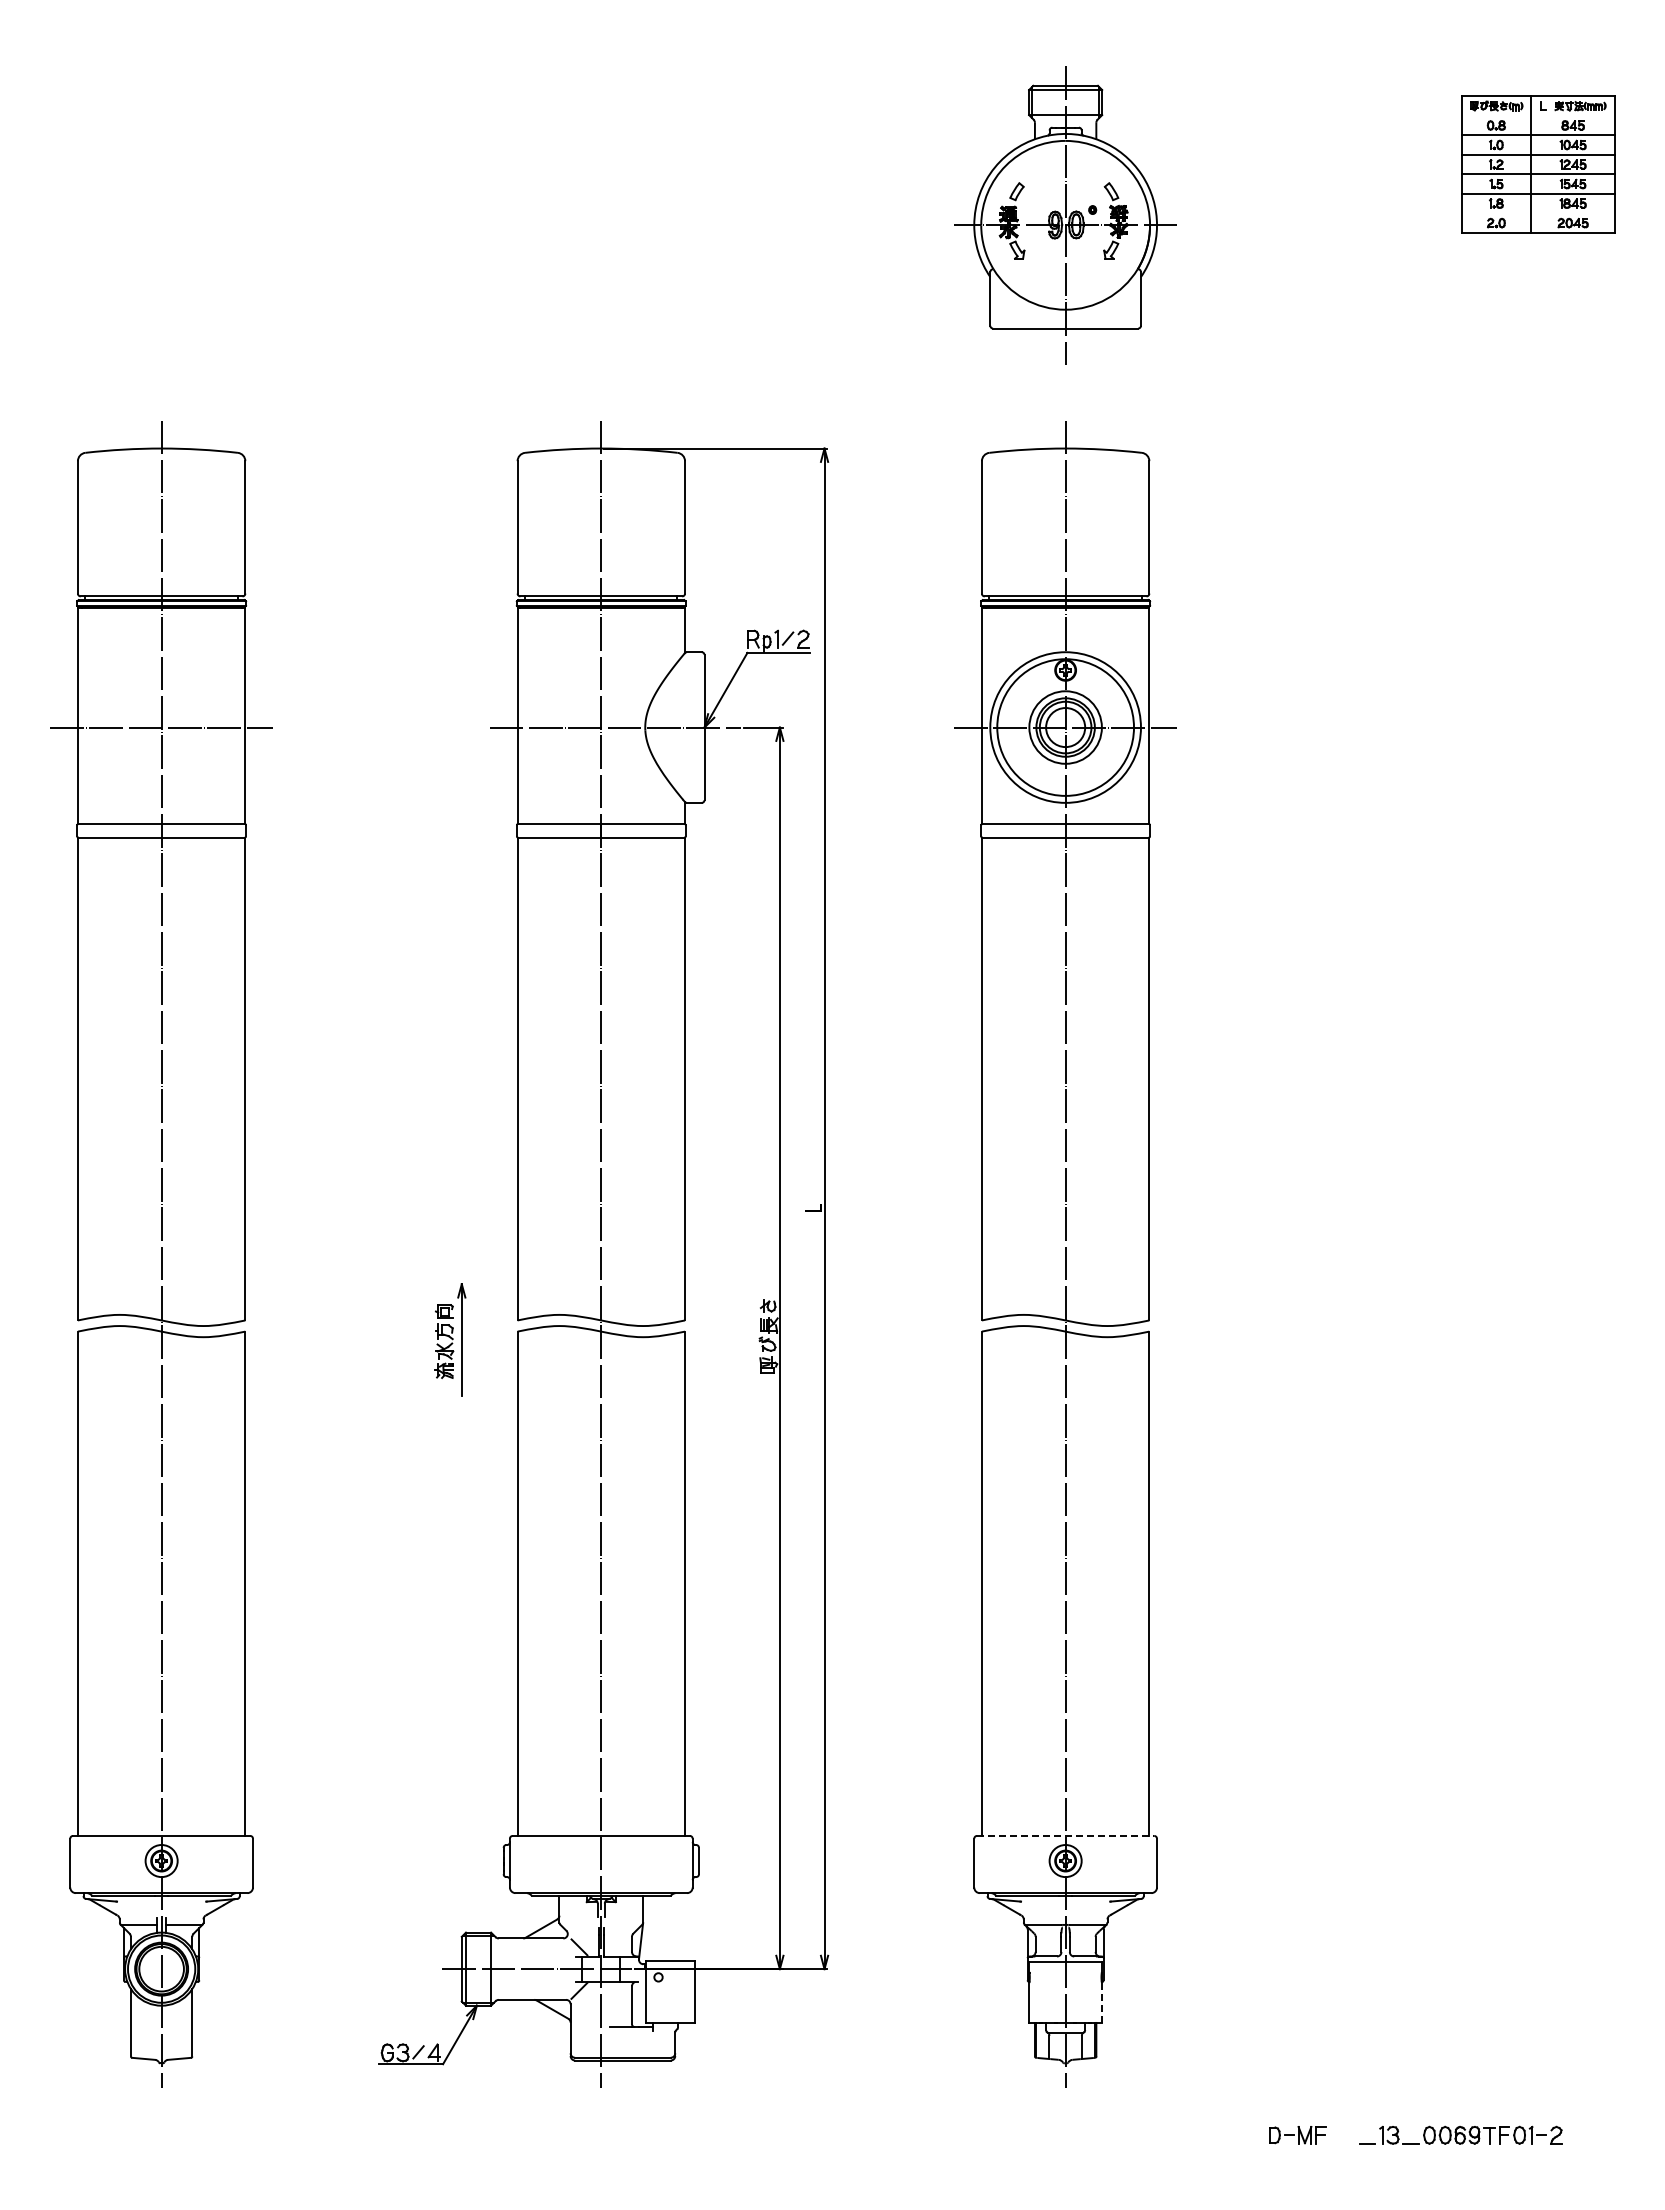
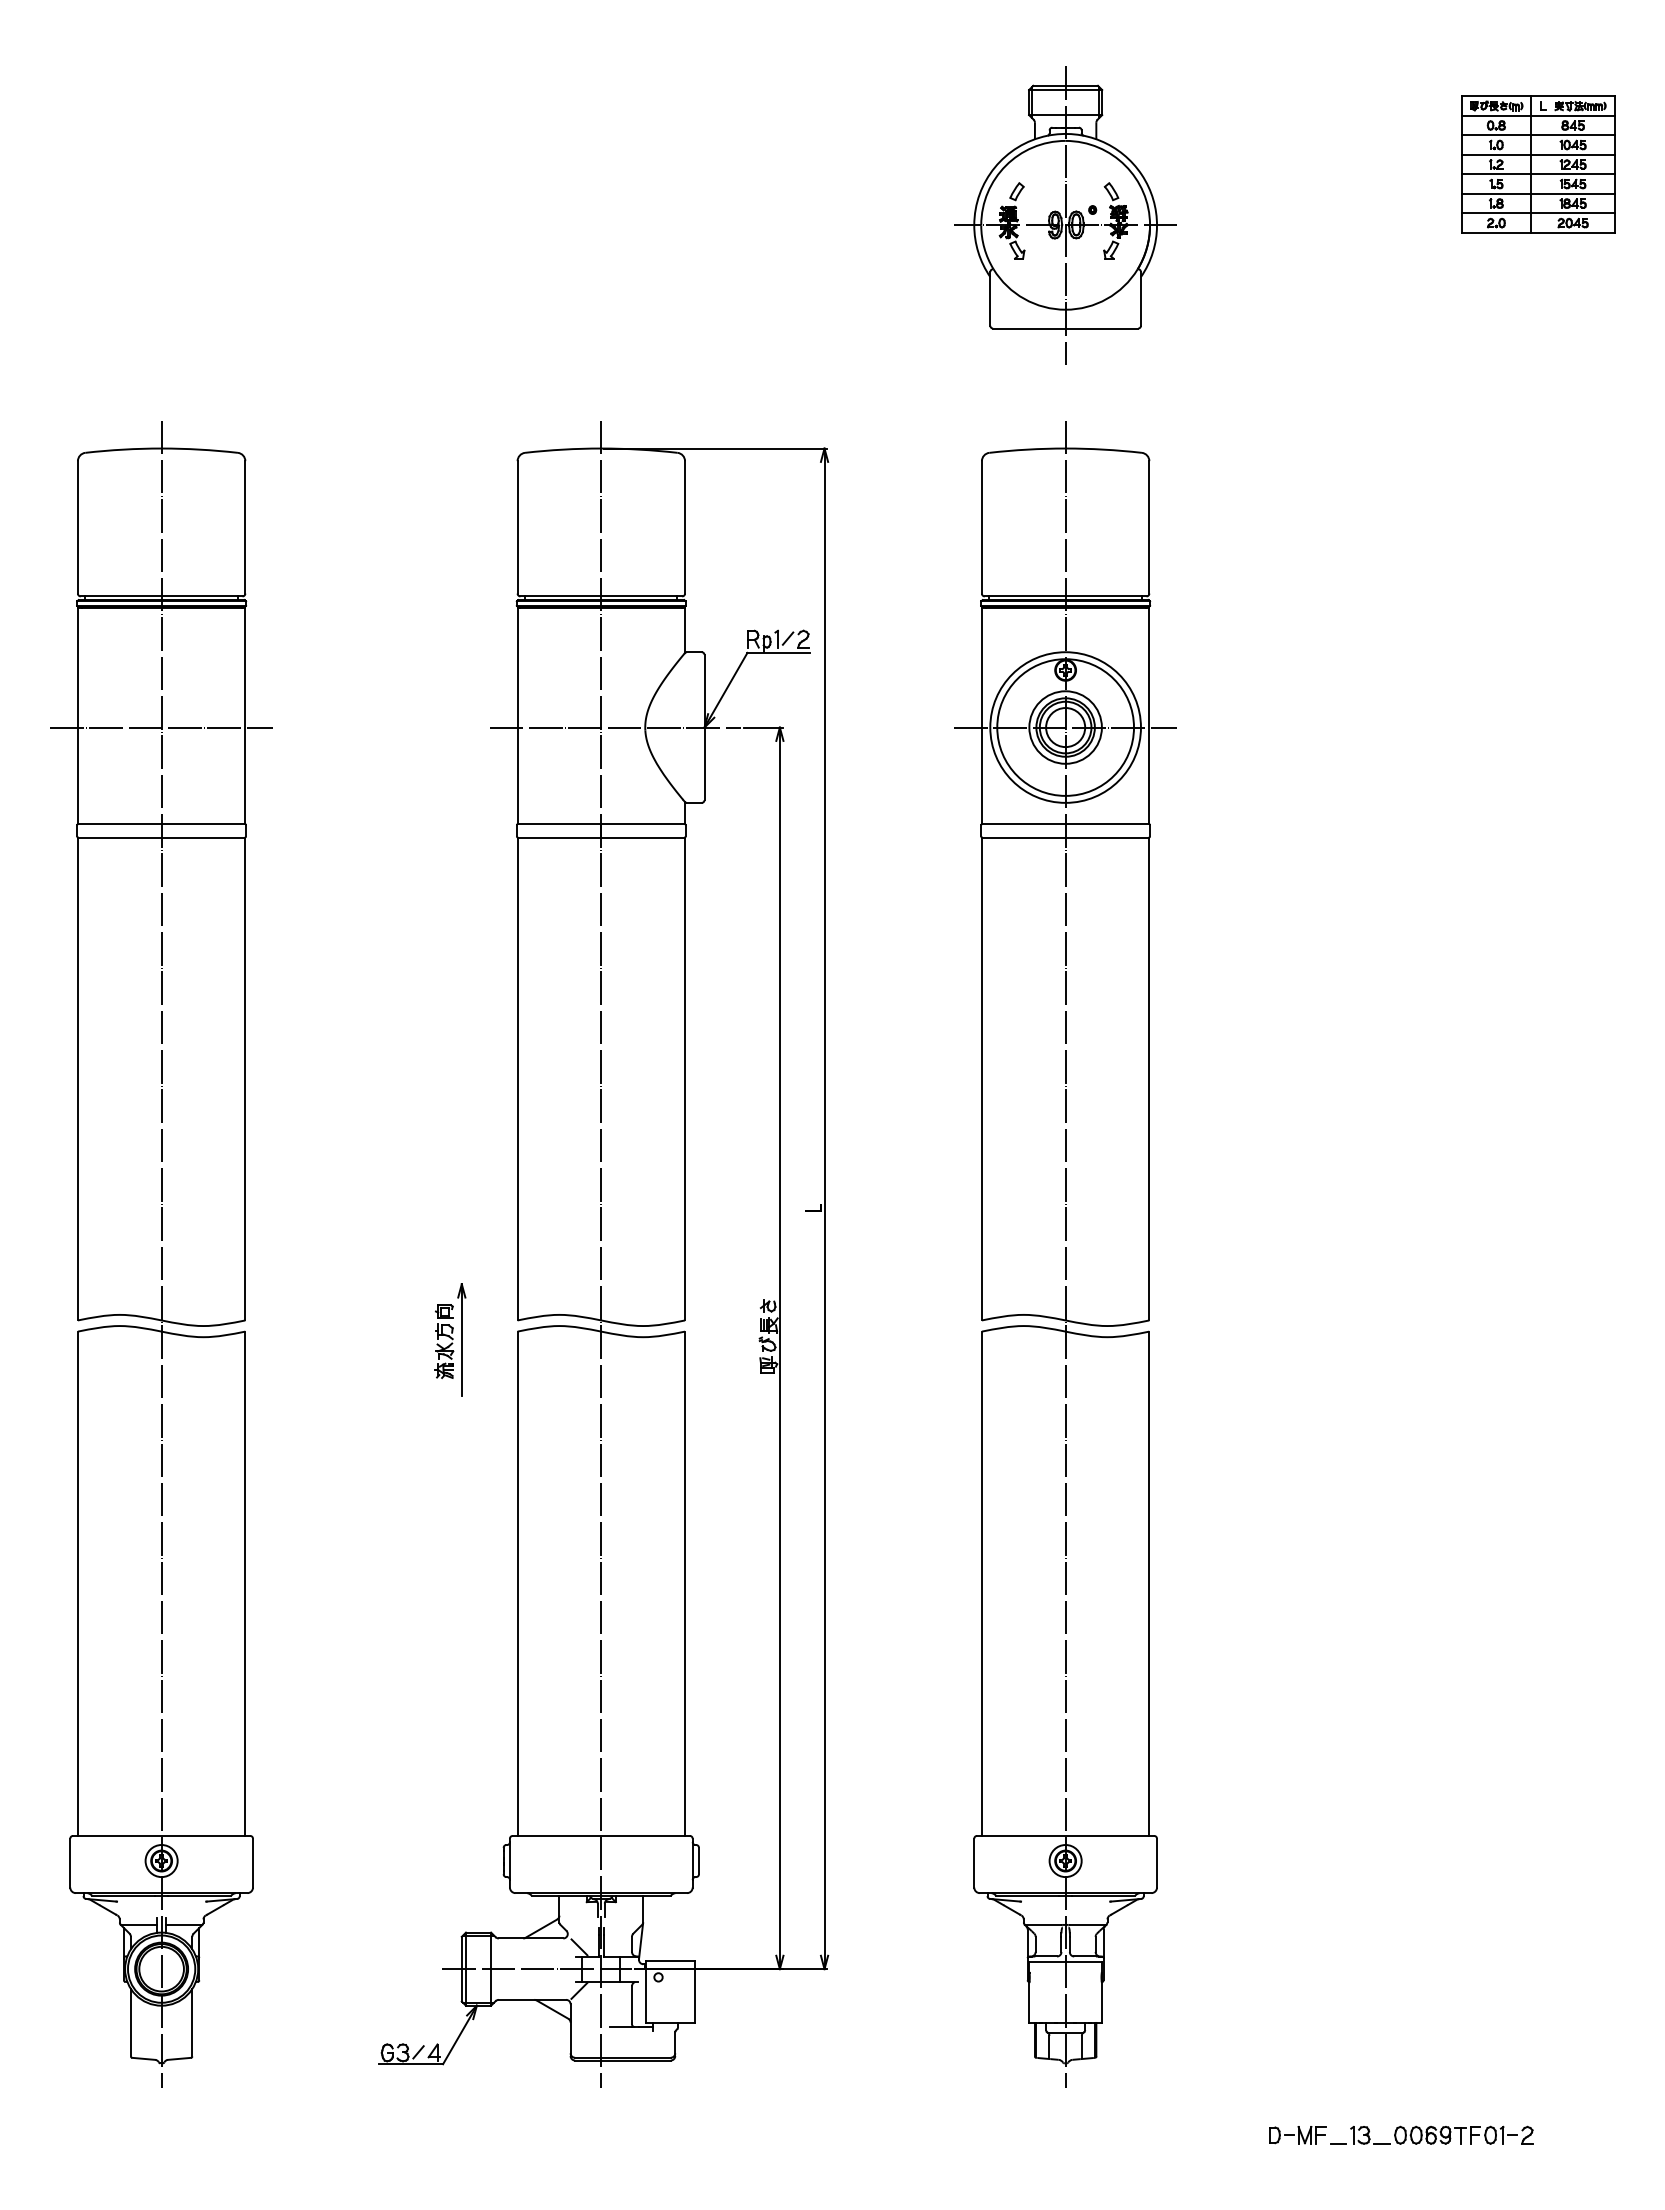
line at (1537, 115): none -> present
line at (1537, 213): none -> present
line at (1065, 1835): dashed -> solid
line at (1101, 2002): dashed -> solid
part at (1460, 2134) position: (1460, 2134) -> (1431, 2134)
